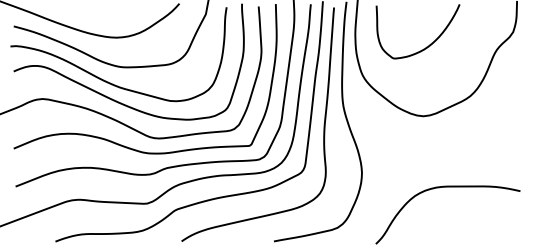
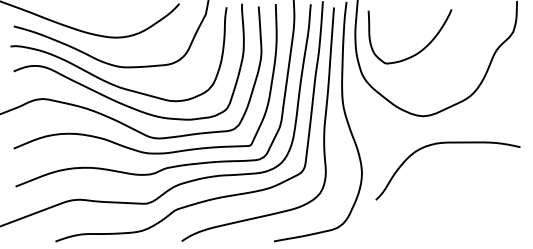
curve at (426, 46) position: (426, 46) -> (418, 51)
curve at (447, 187) position: (447, 187) -> (447, 143)
